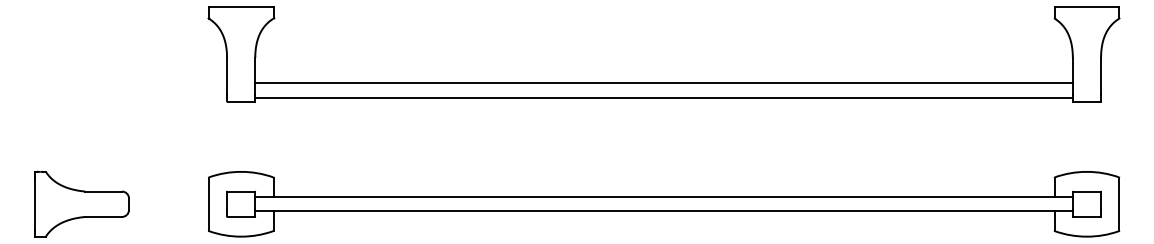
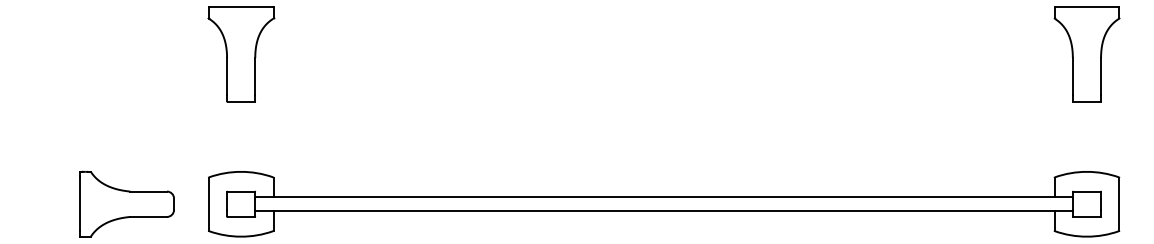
line at (663, 83): present -> none
line at (663, 97): present -> none
part at (81, 203) position: (81, 203) -> (126, 203)
